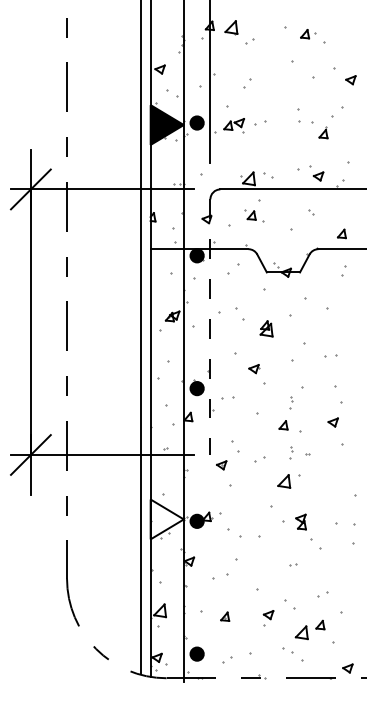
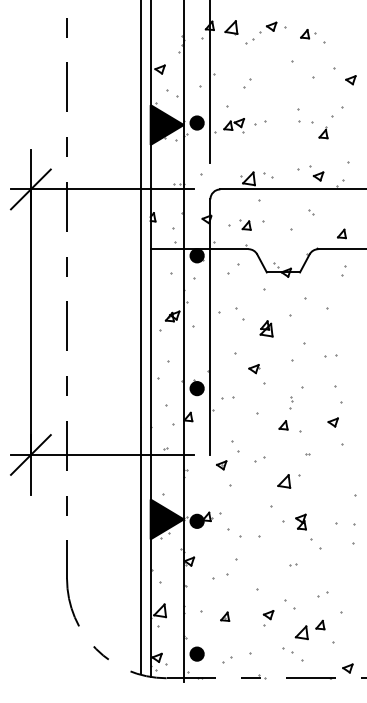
part at (268, 27): none -> present
part at (250, 214) position: (250, 214) -> (245, 224)
line at (210, 327): dashed -> solid
part at (291, 452): present -> none
fill at (166, 519): none -> present
